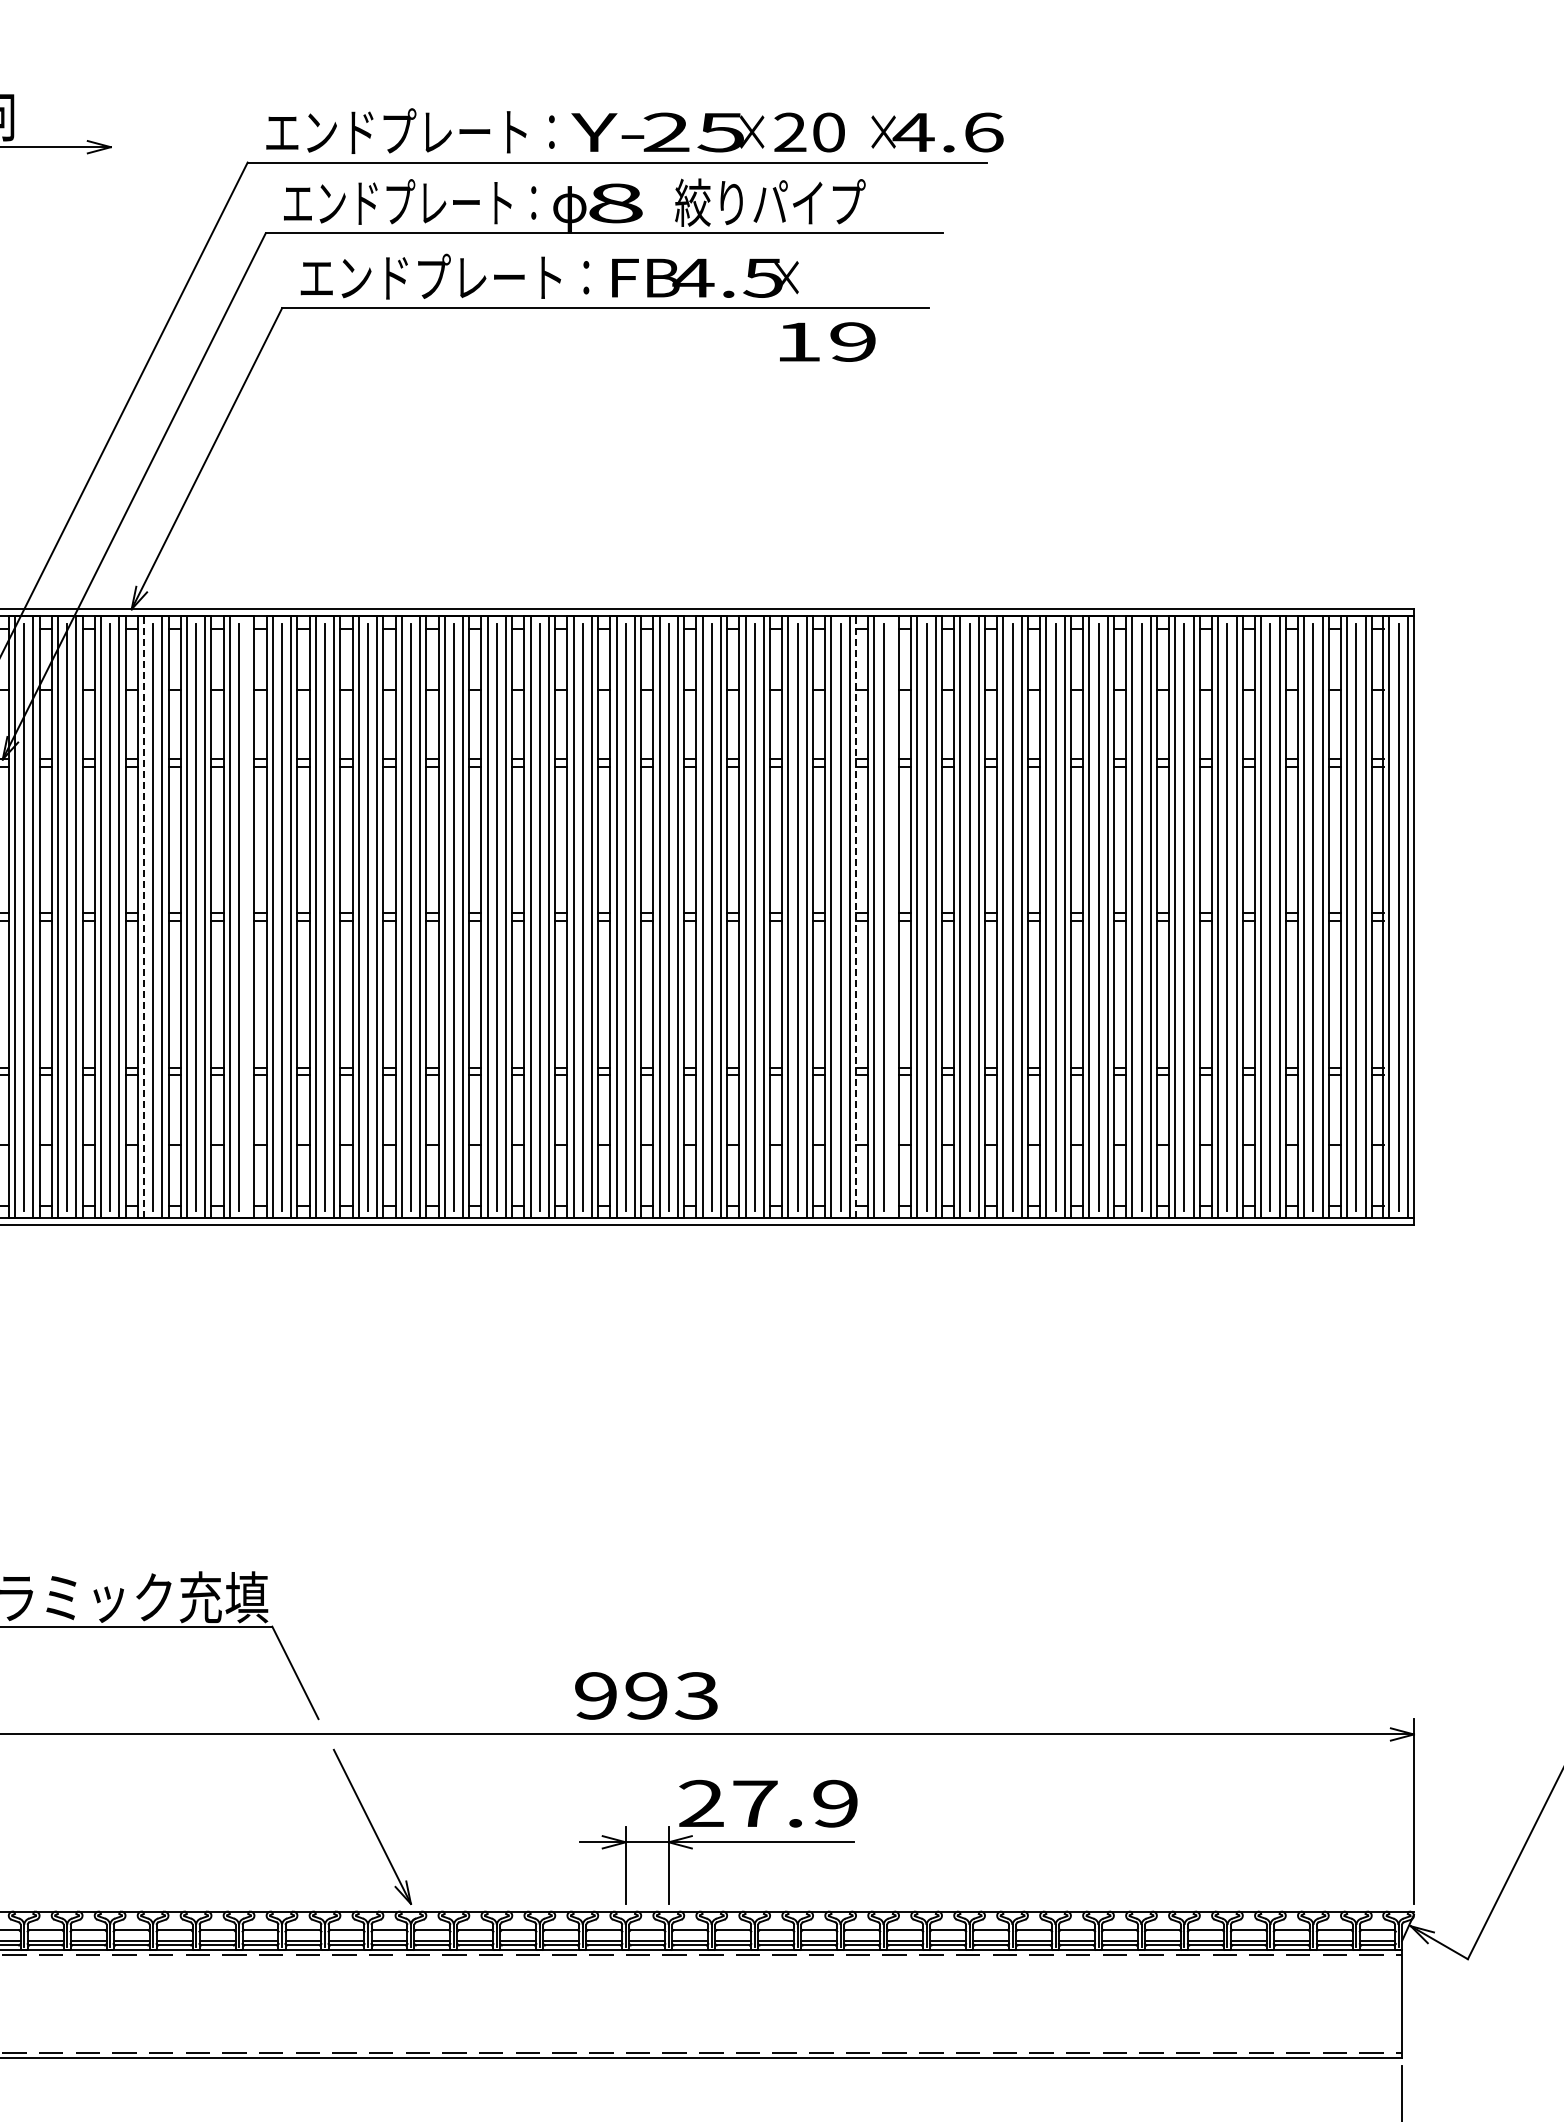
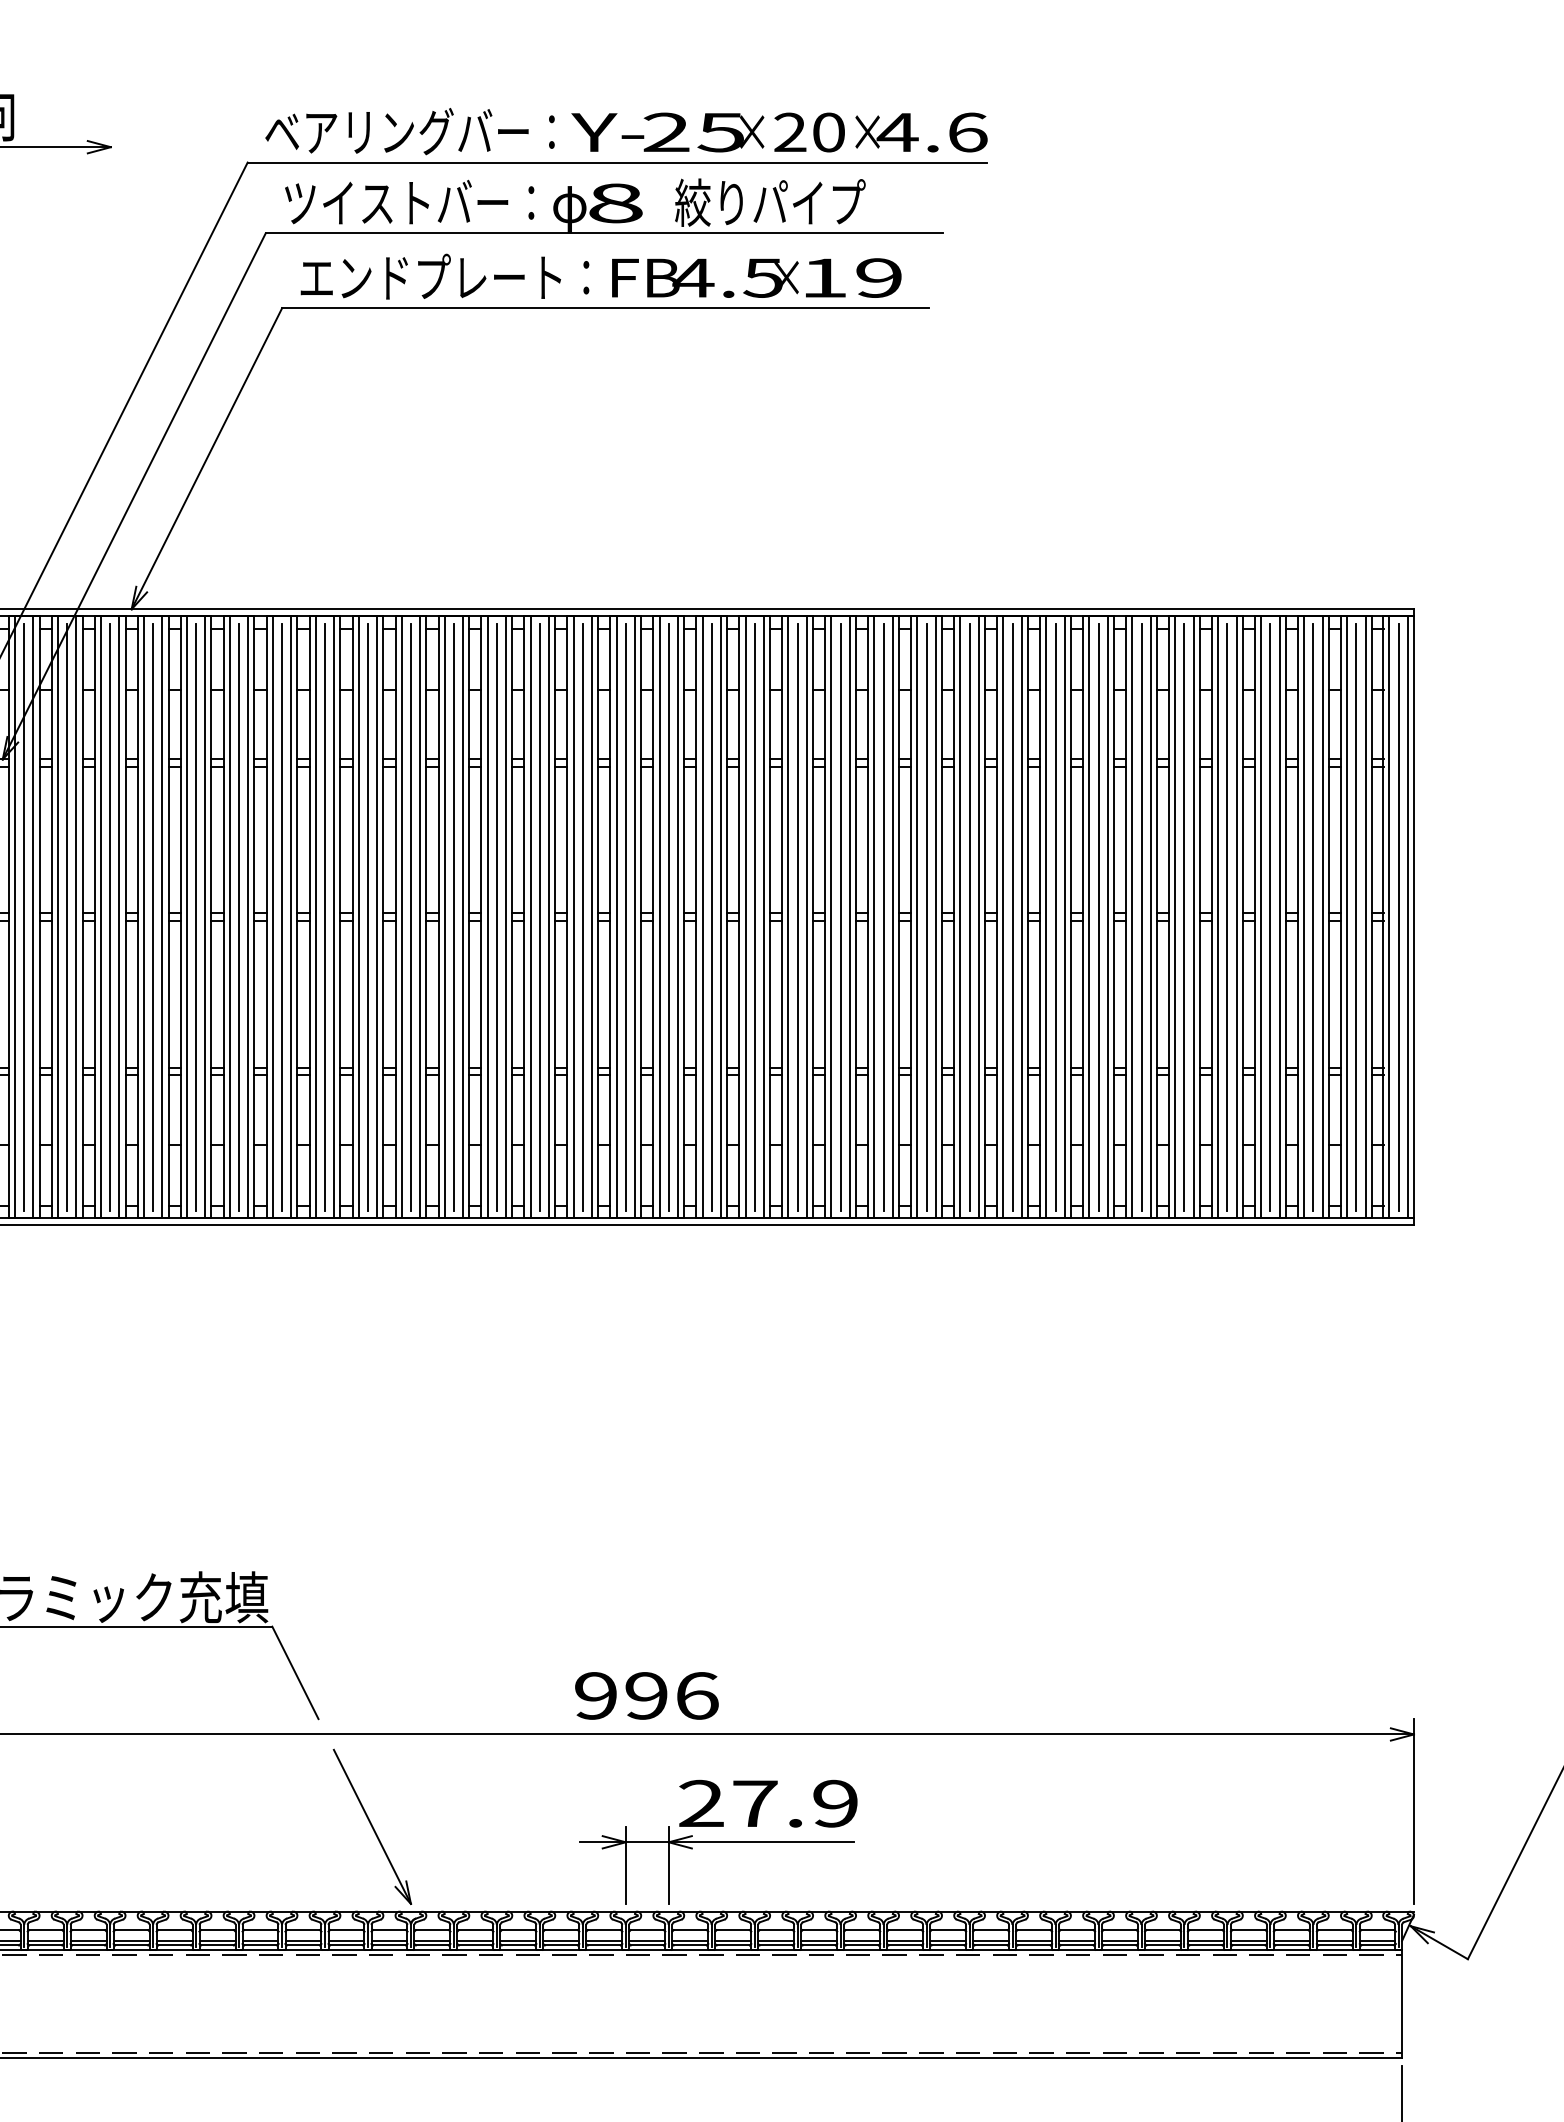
text at (396, 131): エンドプレート： -> ベアリングバー：
text at (937, 132) position: (937, 132) -> (921, 132)
text at (410, 201): エンドプレート： -> ツイストバー：
text at (827, 341) position: (827, 341) -> (853, 277)
line at (143, 916): dashed -> solid
line at (856, 916): dashed -> solid
line at (248, 917): none -> present
line at (892, 917): none -> present
text at (696, 1695): 993 -> 996
